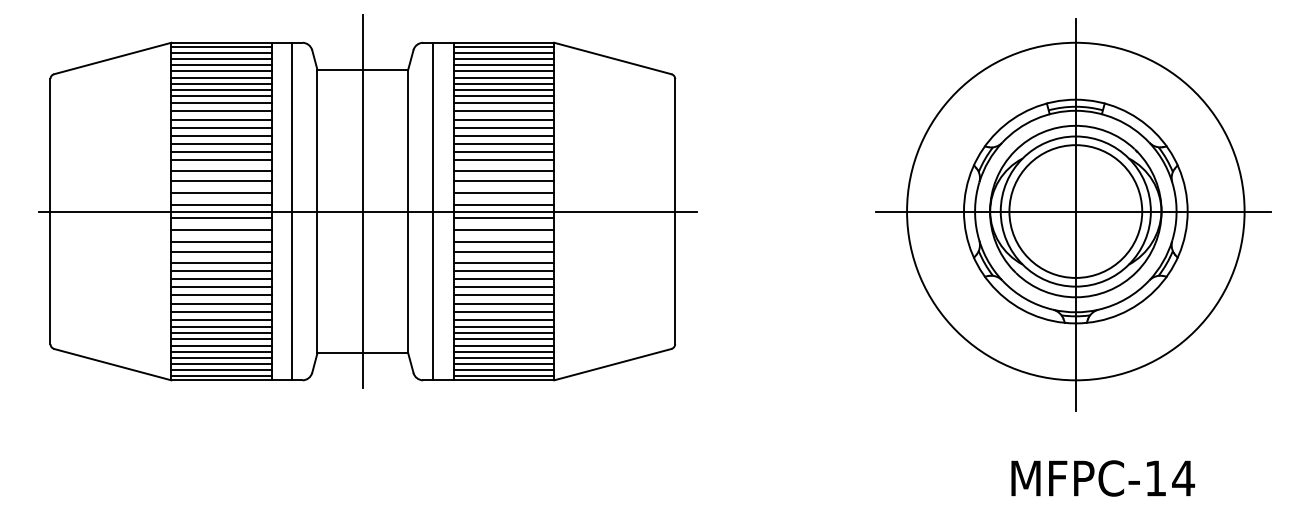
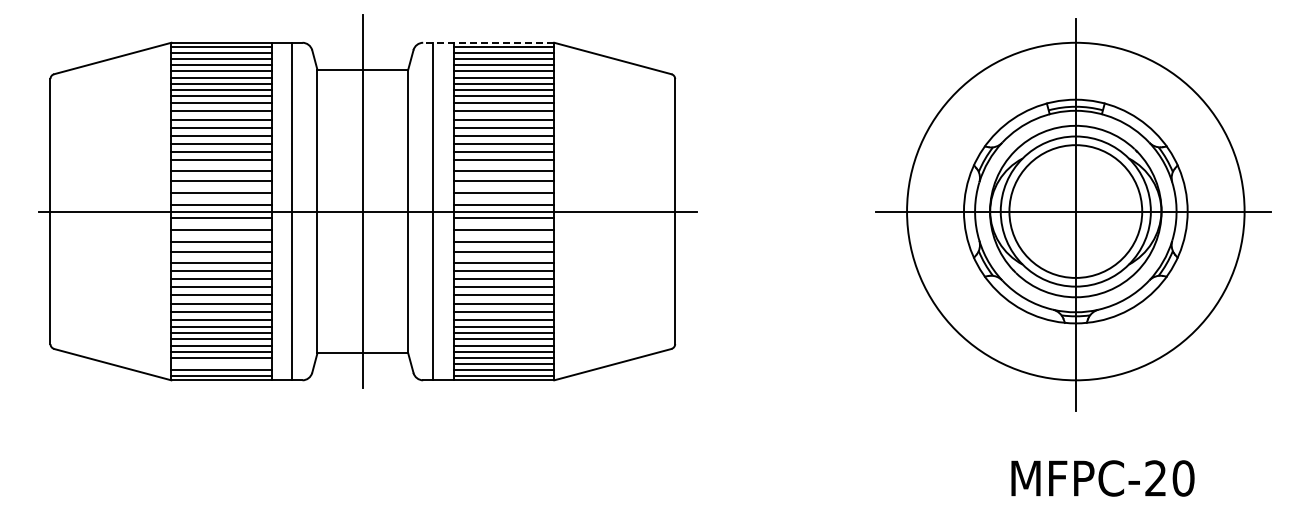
line at (488, 42): solid -> dashed
line at (221, 364): present -> none
text at (1170, 478): MFPC-14 -> MFPC-20
